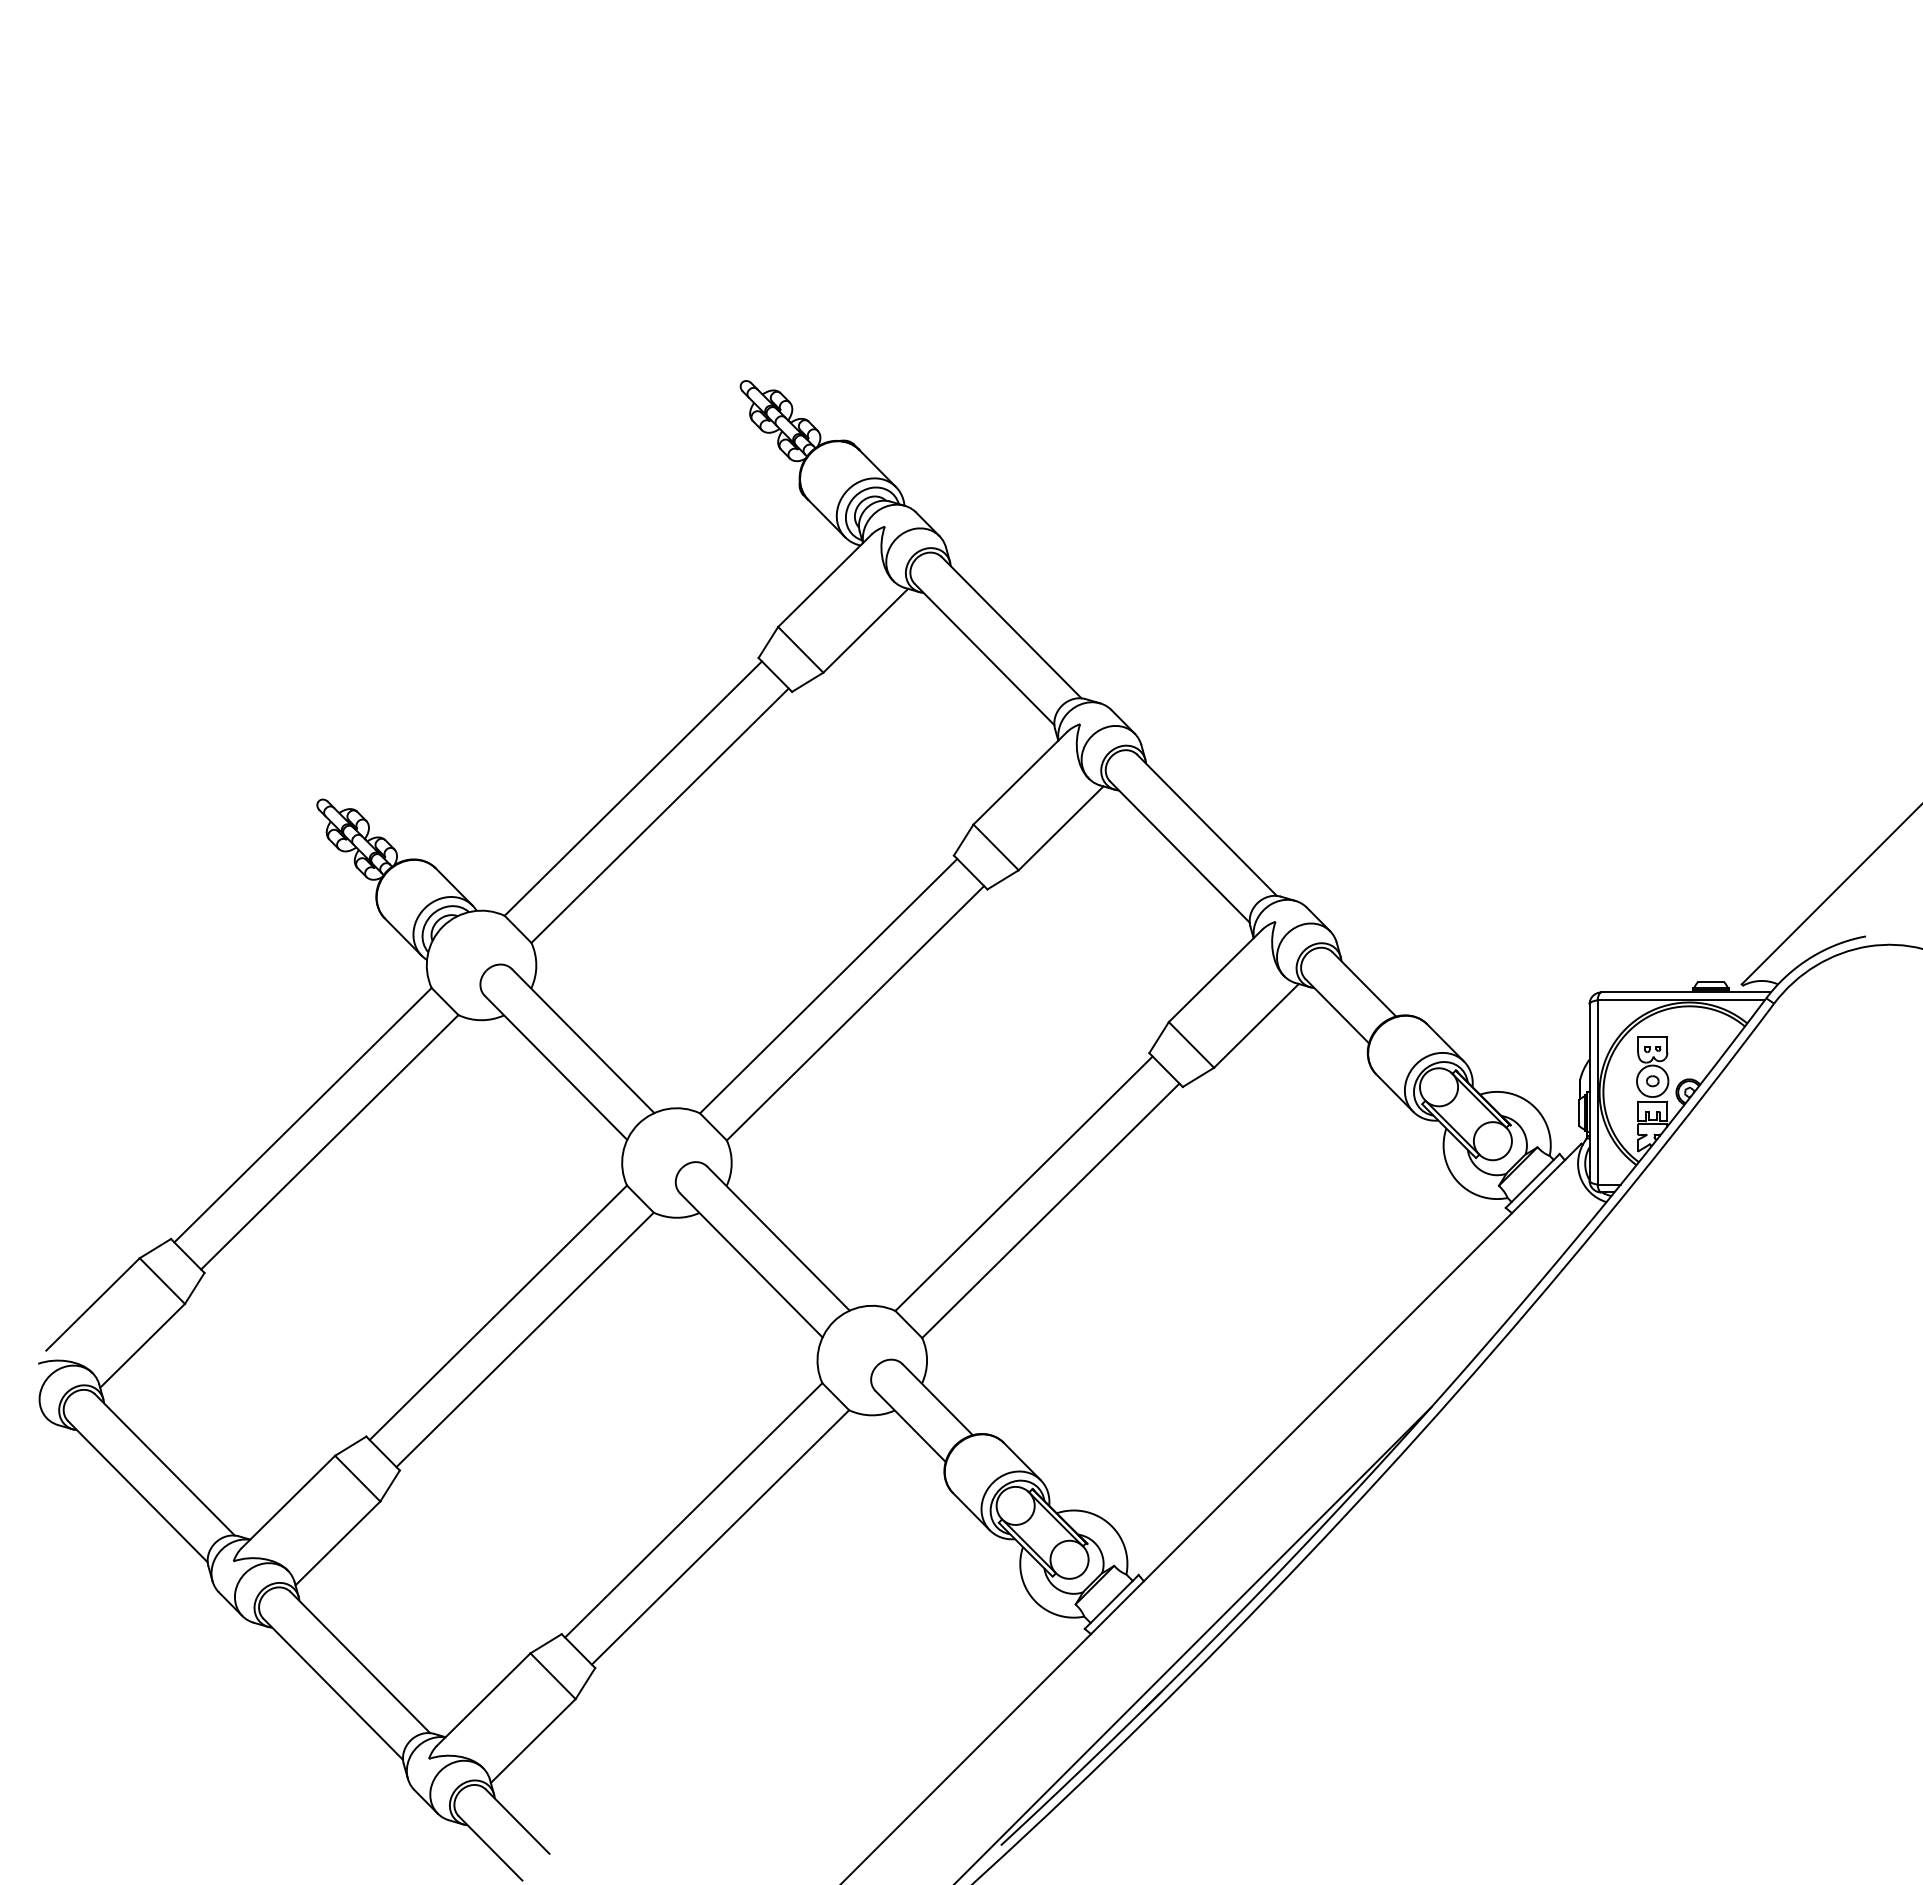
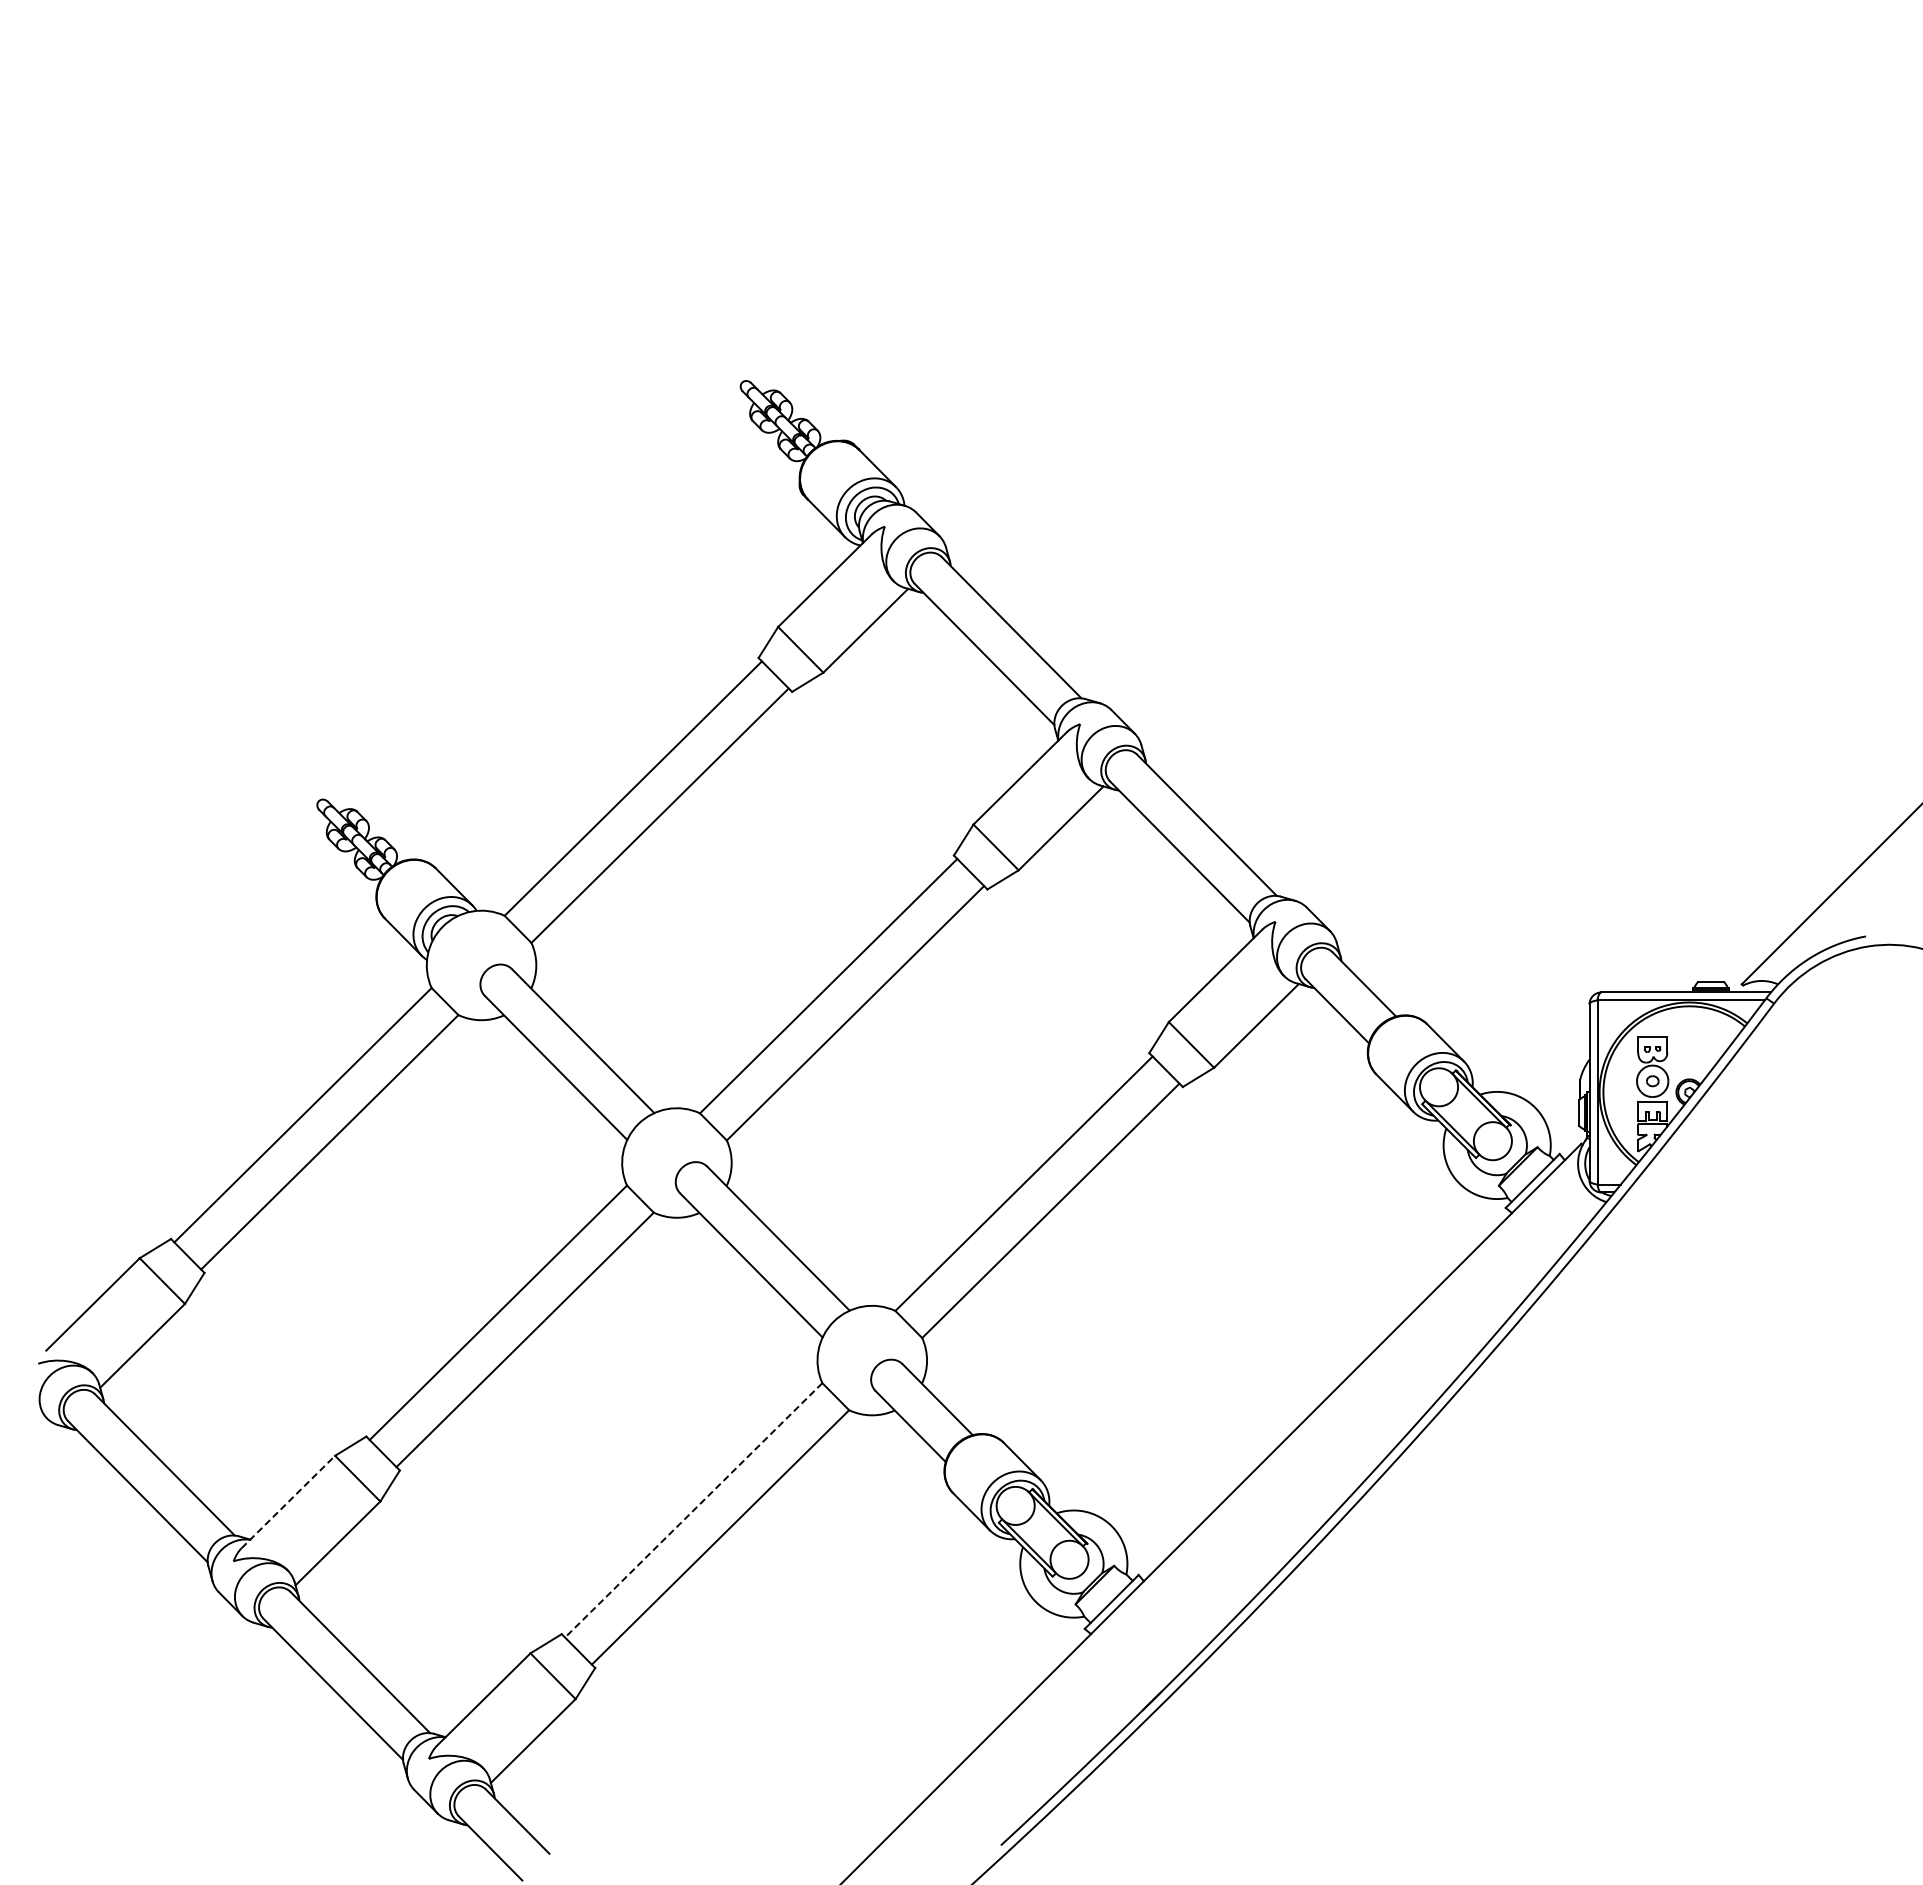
line at (288, 1502): solid -> dashed
line at (693, 1510): solid -> dashed
line at (1194, 1644): present -> none
